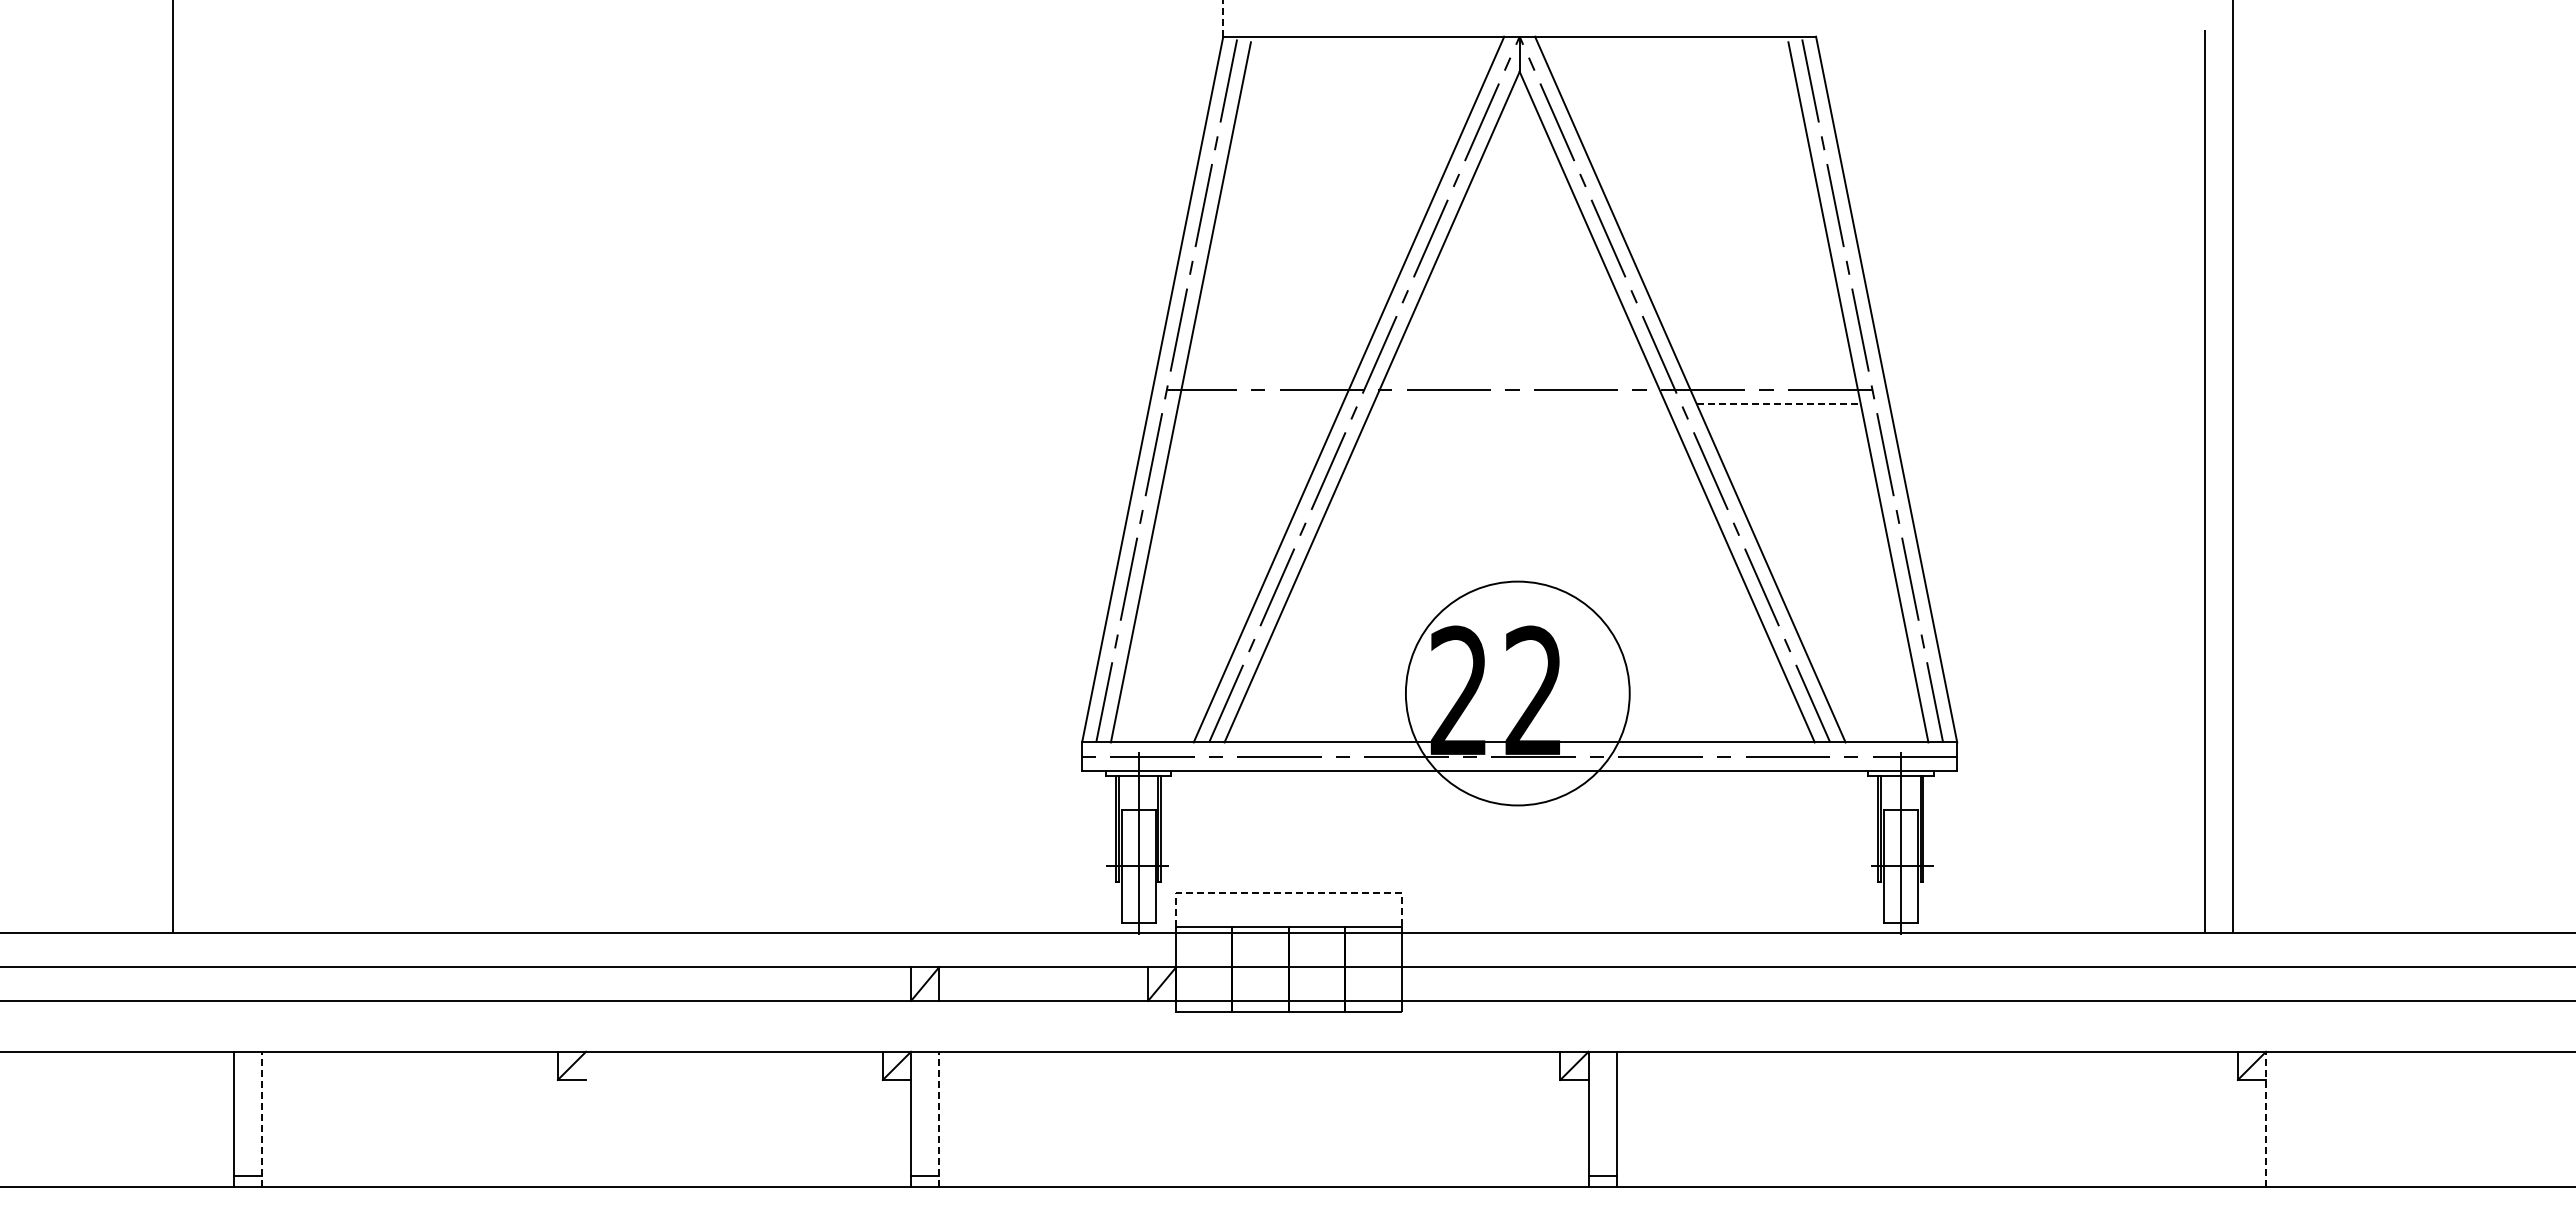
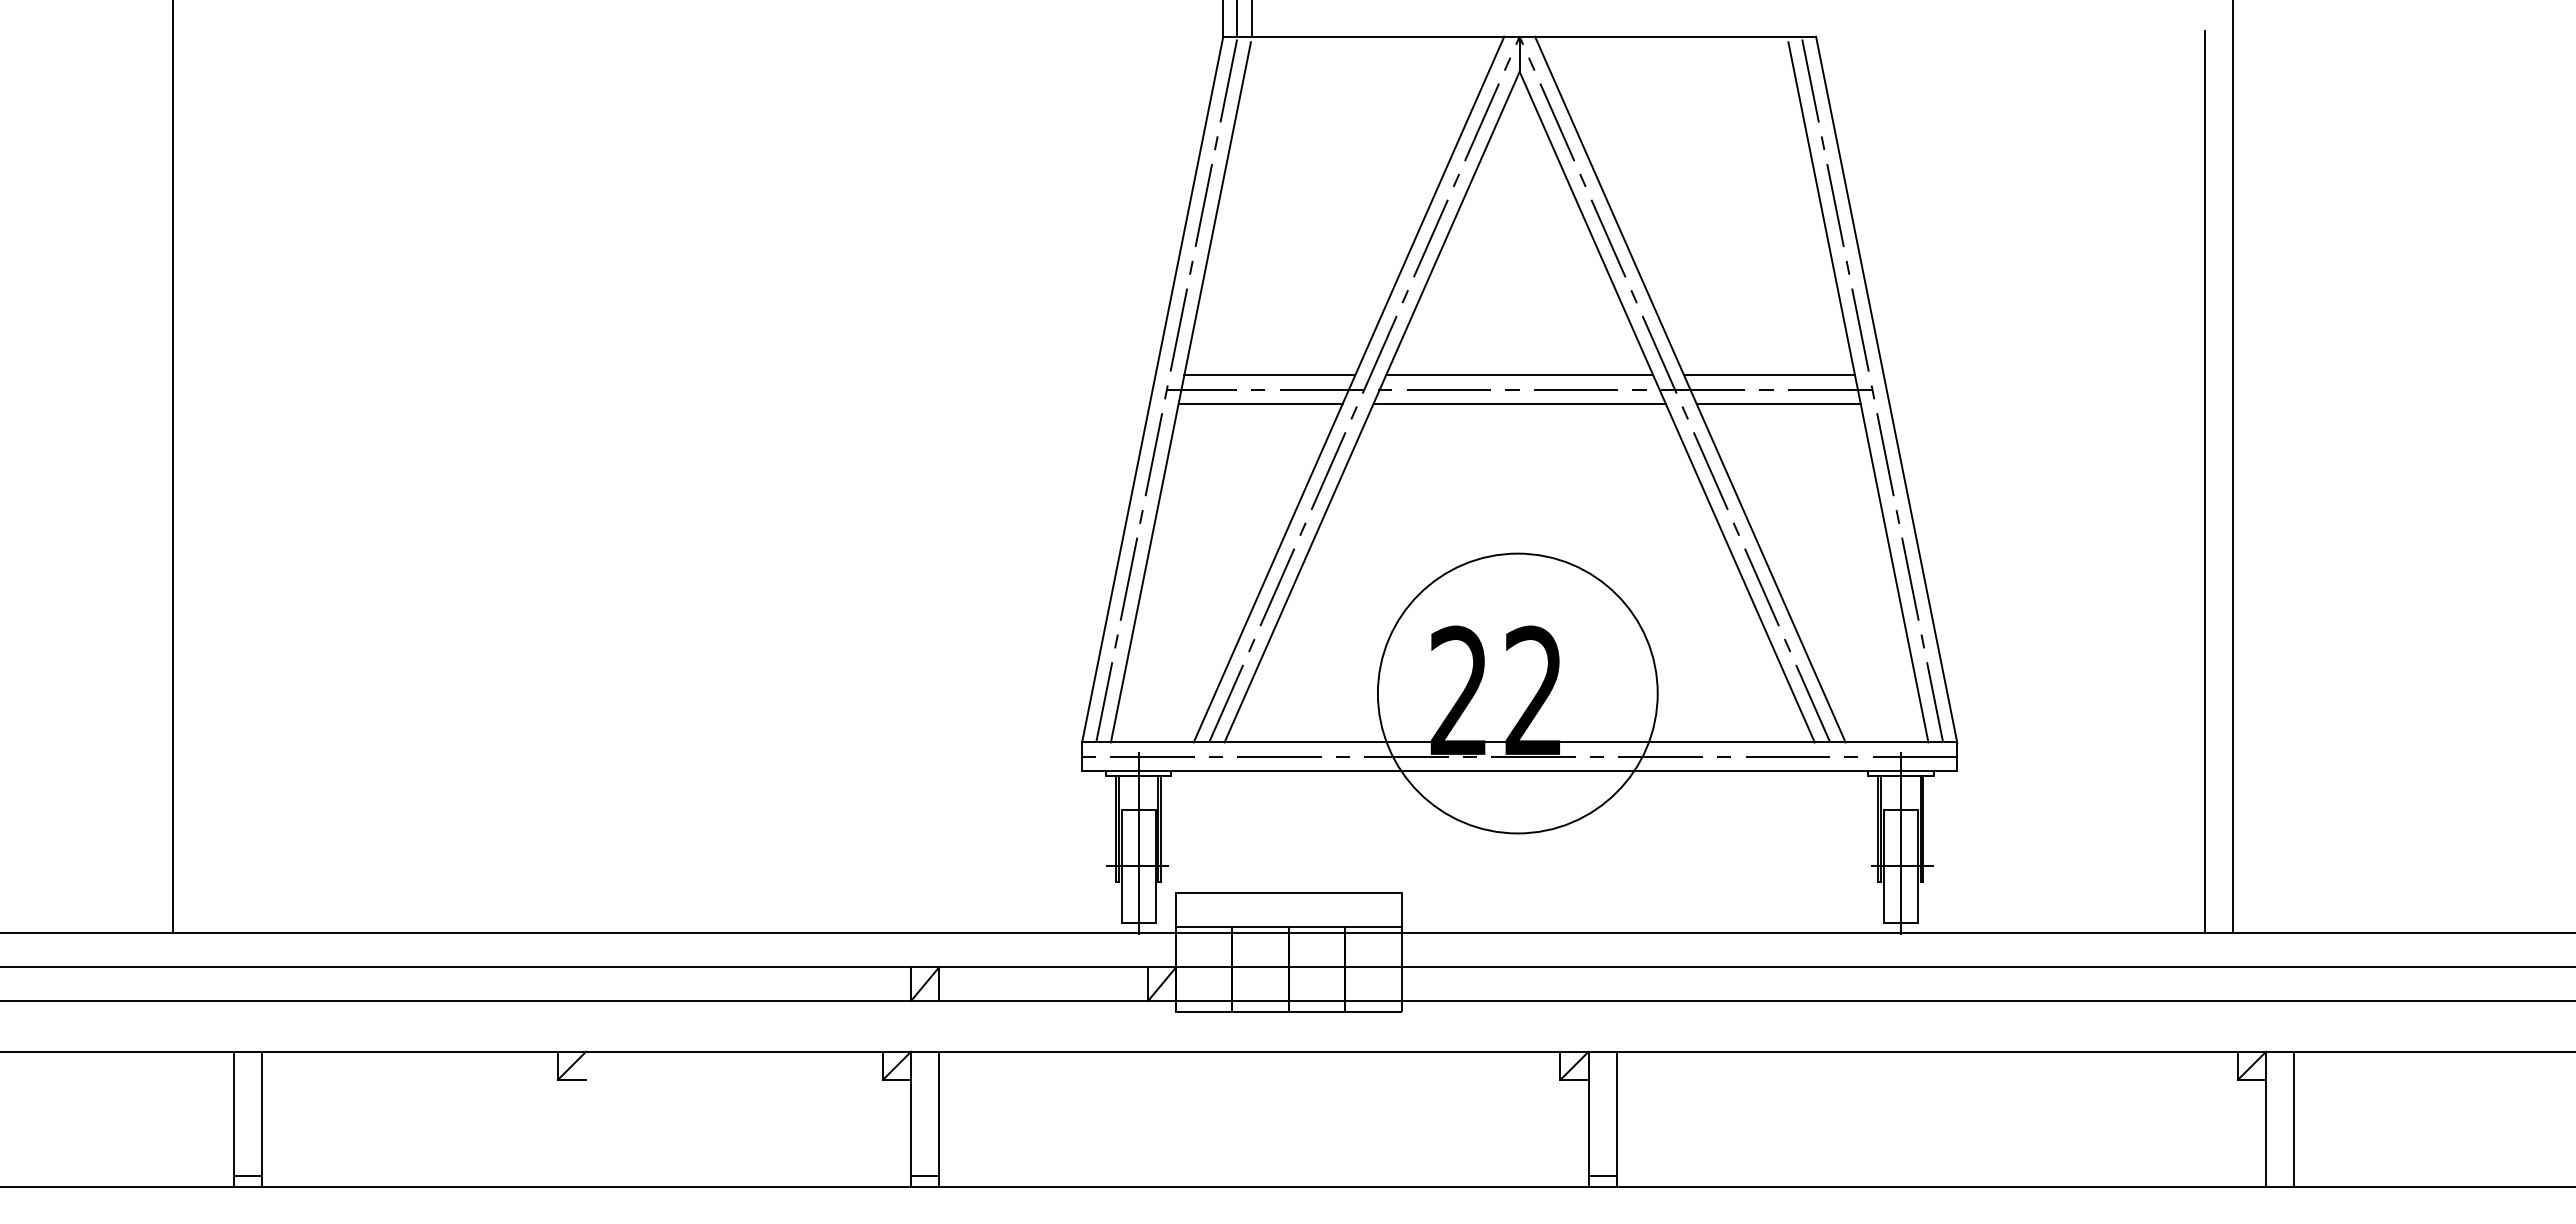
line at (1223, 18): dashed -> solid
line at (1237, 19): none -> present
line at (1251, 19): none -> present
line at (1269, 375): none -> present
line at (1519, 375): none -> present
line at (1769, 375): none -> present
line at (1260, 403): none -> present
line at (1519, 403): none -> present
line at (1779, 403): dashed -> solid
circle at (1517, 693) diameter: 224 px -> 280 px
line at (1288, 893): dashed -> solid
line at (261, 1119): dashed -> solid
line at (939, 1119): dashed -> solid
line at (2266, 1119): dashed -> solid
line at (2294, 1119): none -> present
